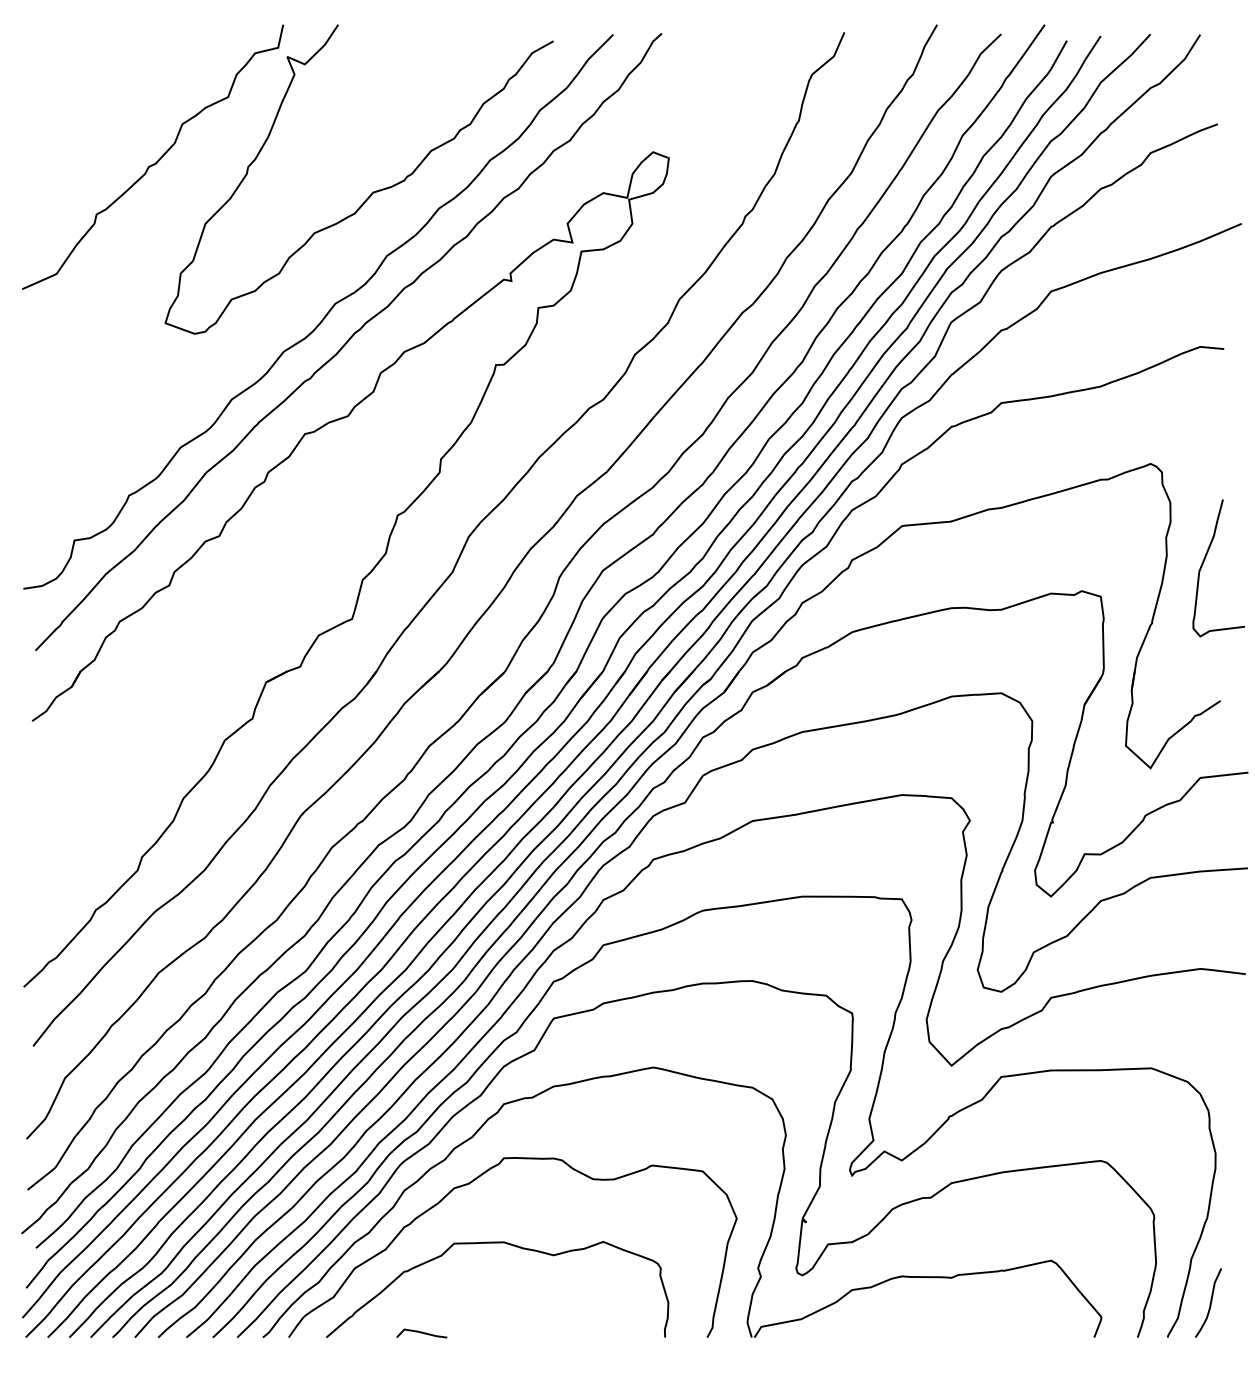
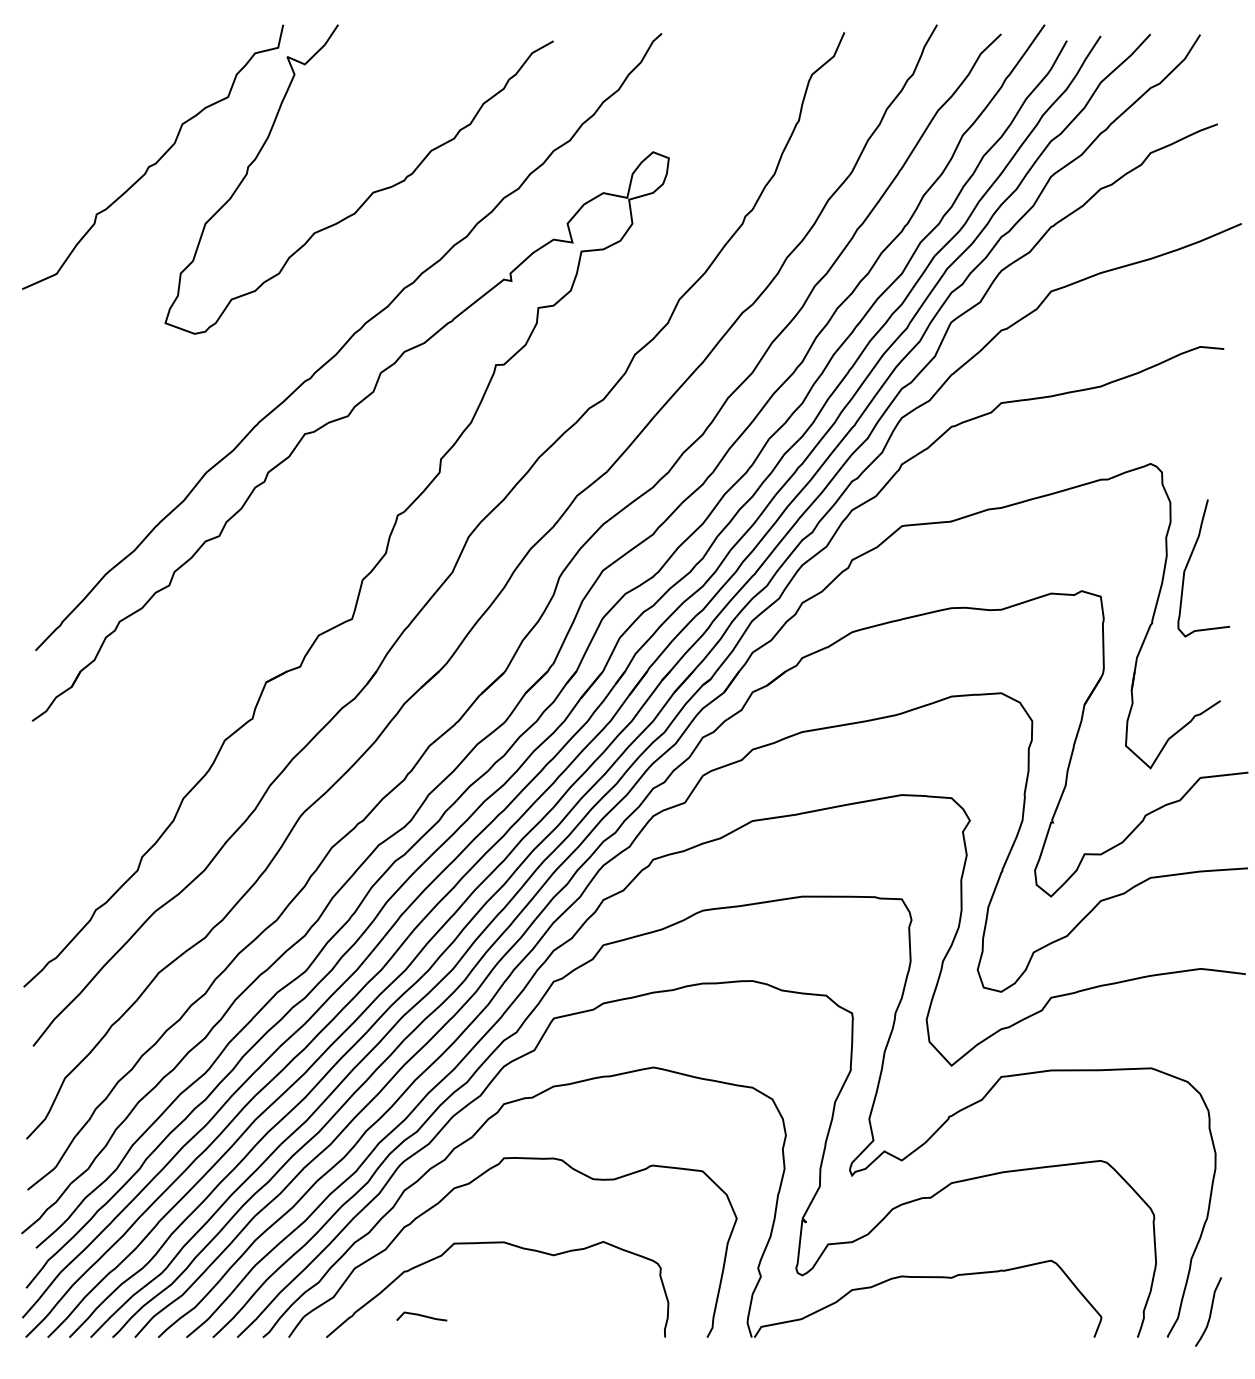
curve at (325, 314): present -> none
curve at (1203, 564) position: (1203, 564) -> (1188, 564)
curve at (1209, 1303) position: (1209, 1303) -> (1209, 1312)
line at (421, 1333) position: (421, 1333) -> (421, 1316)
